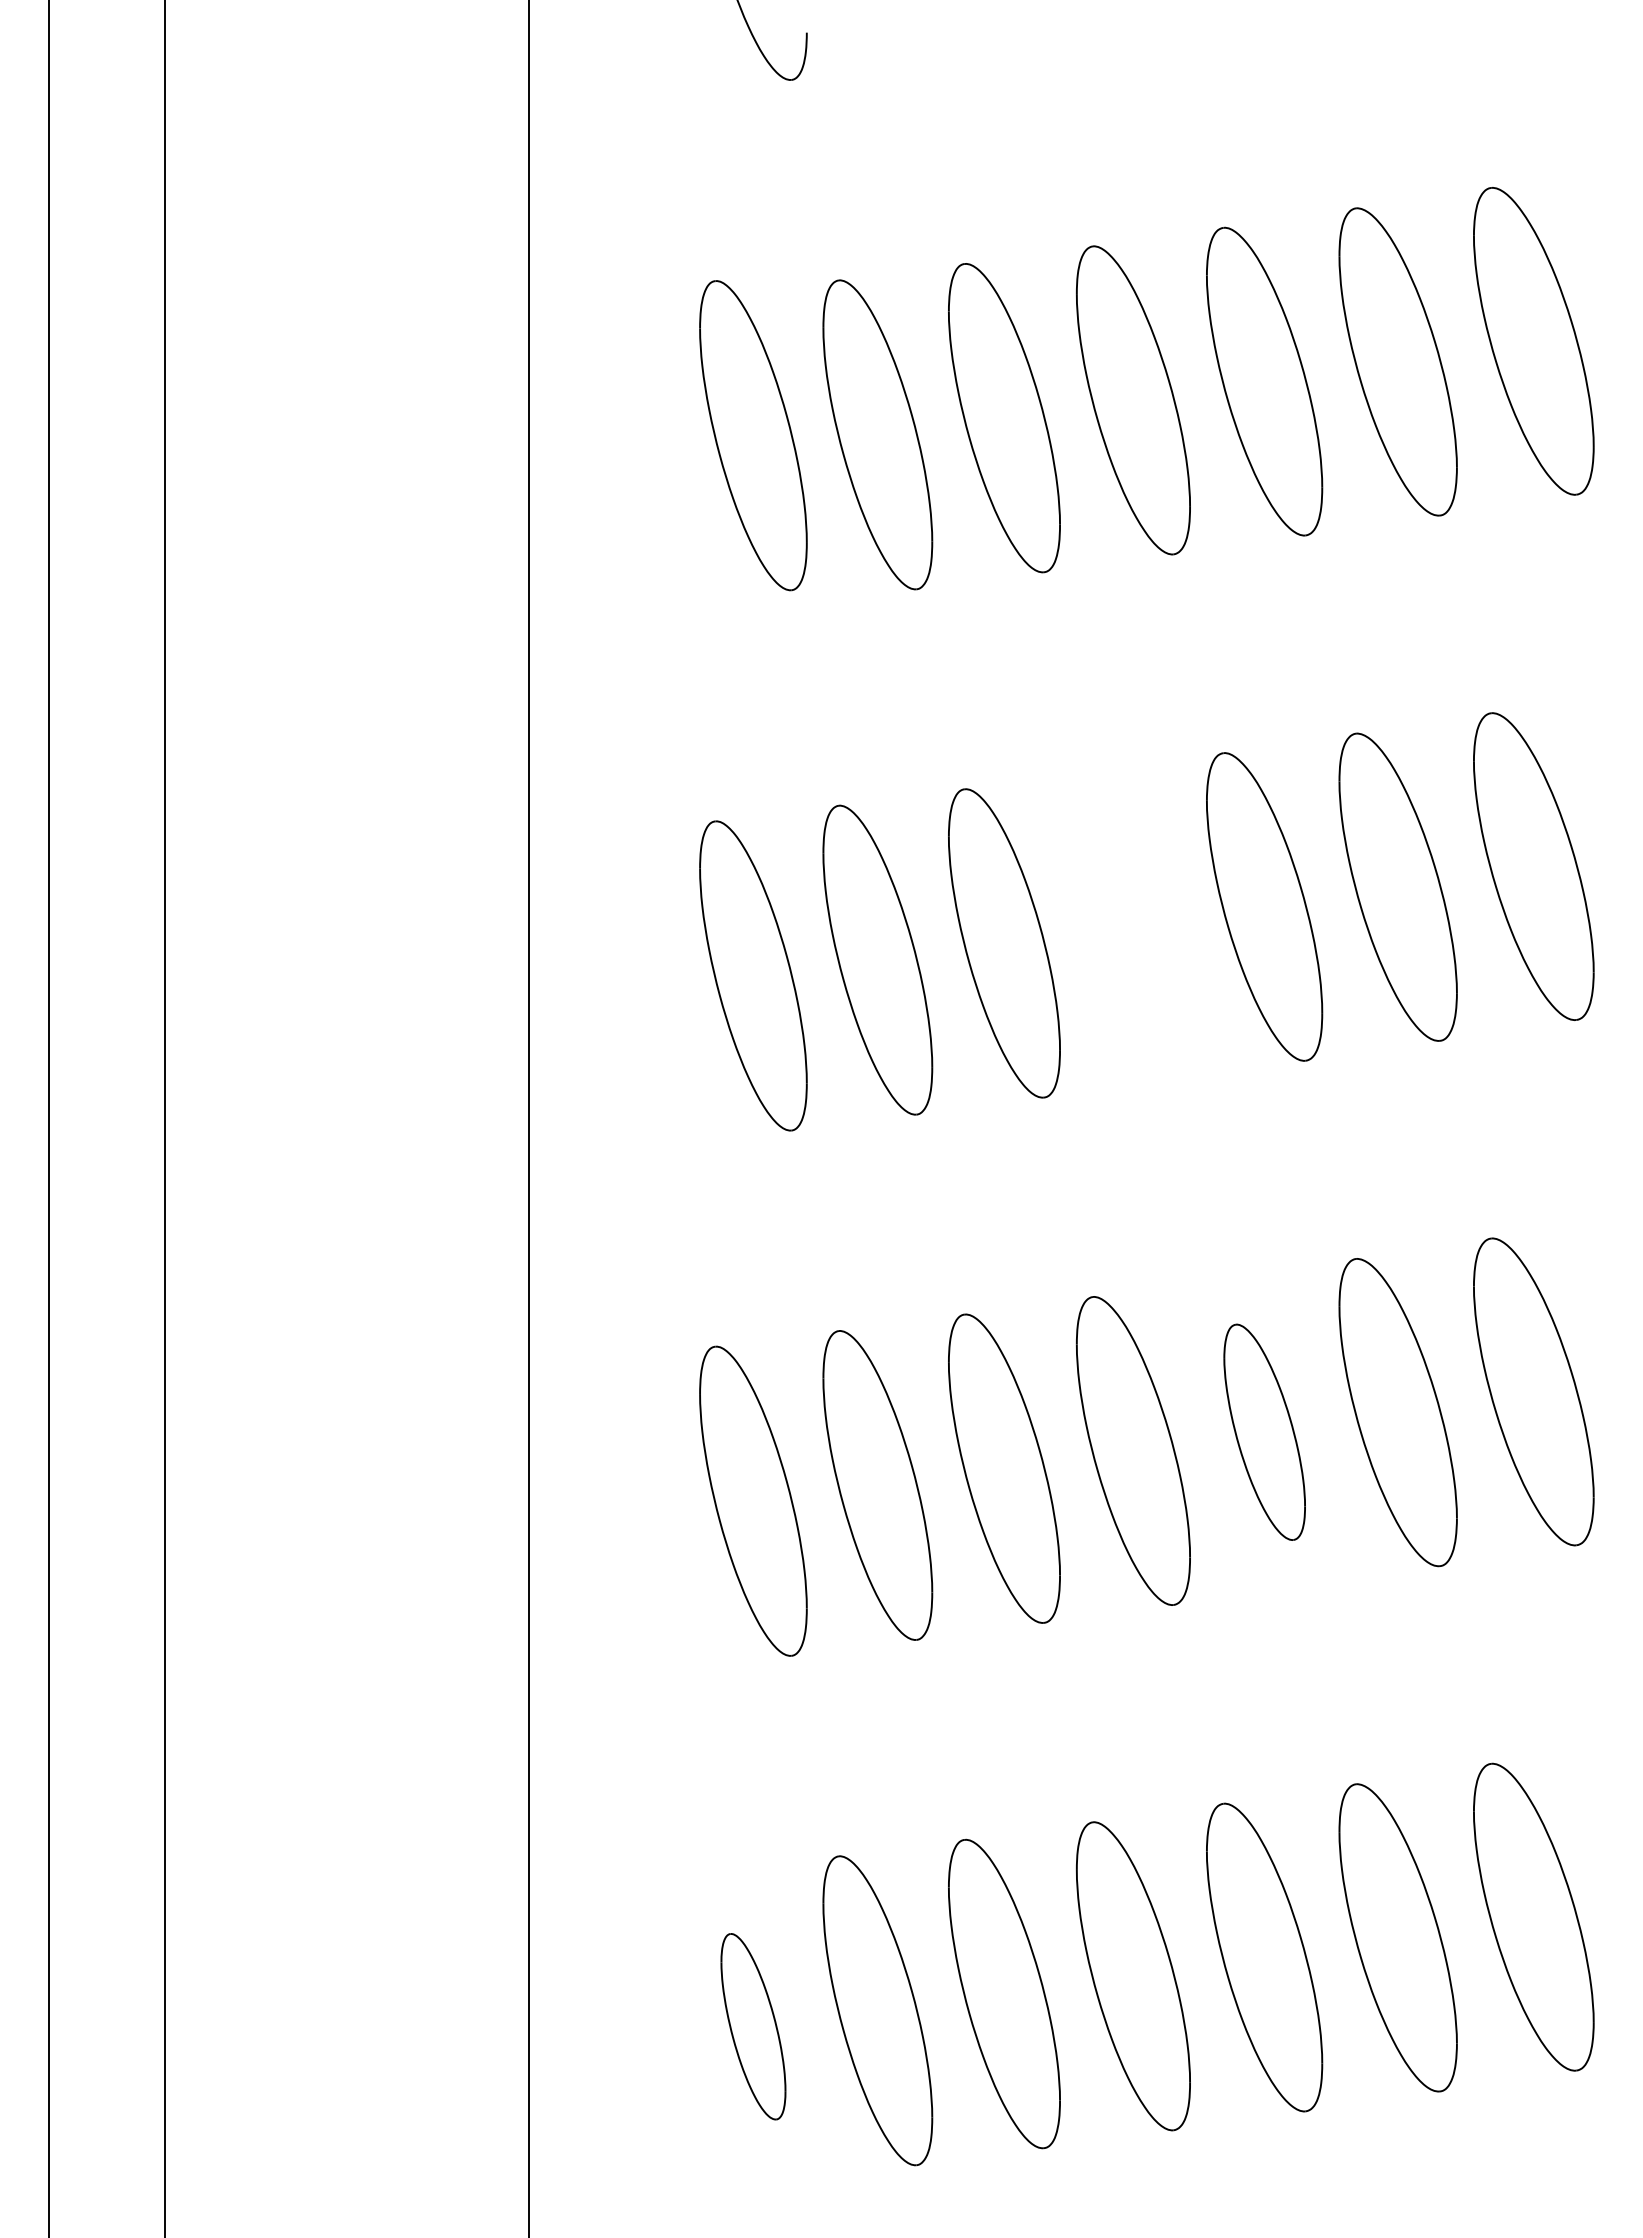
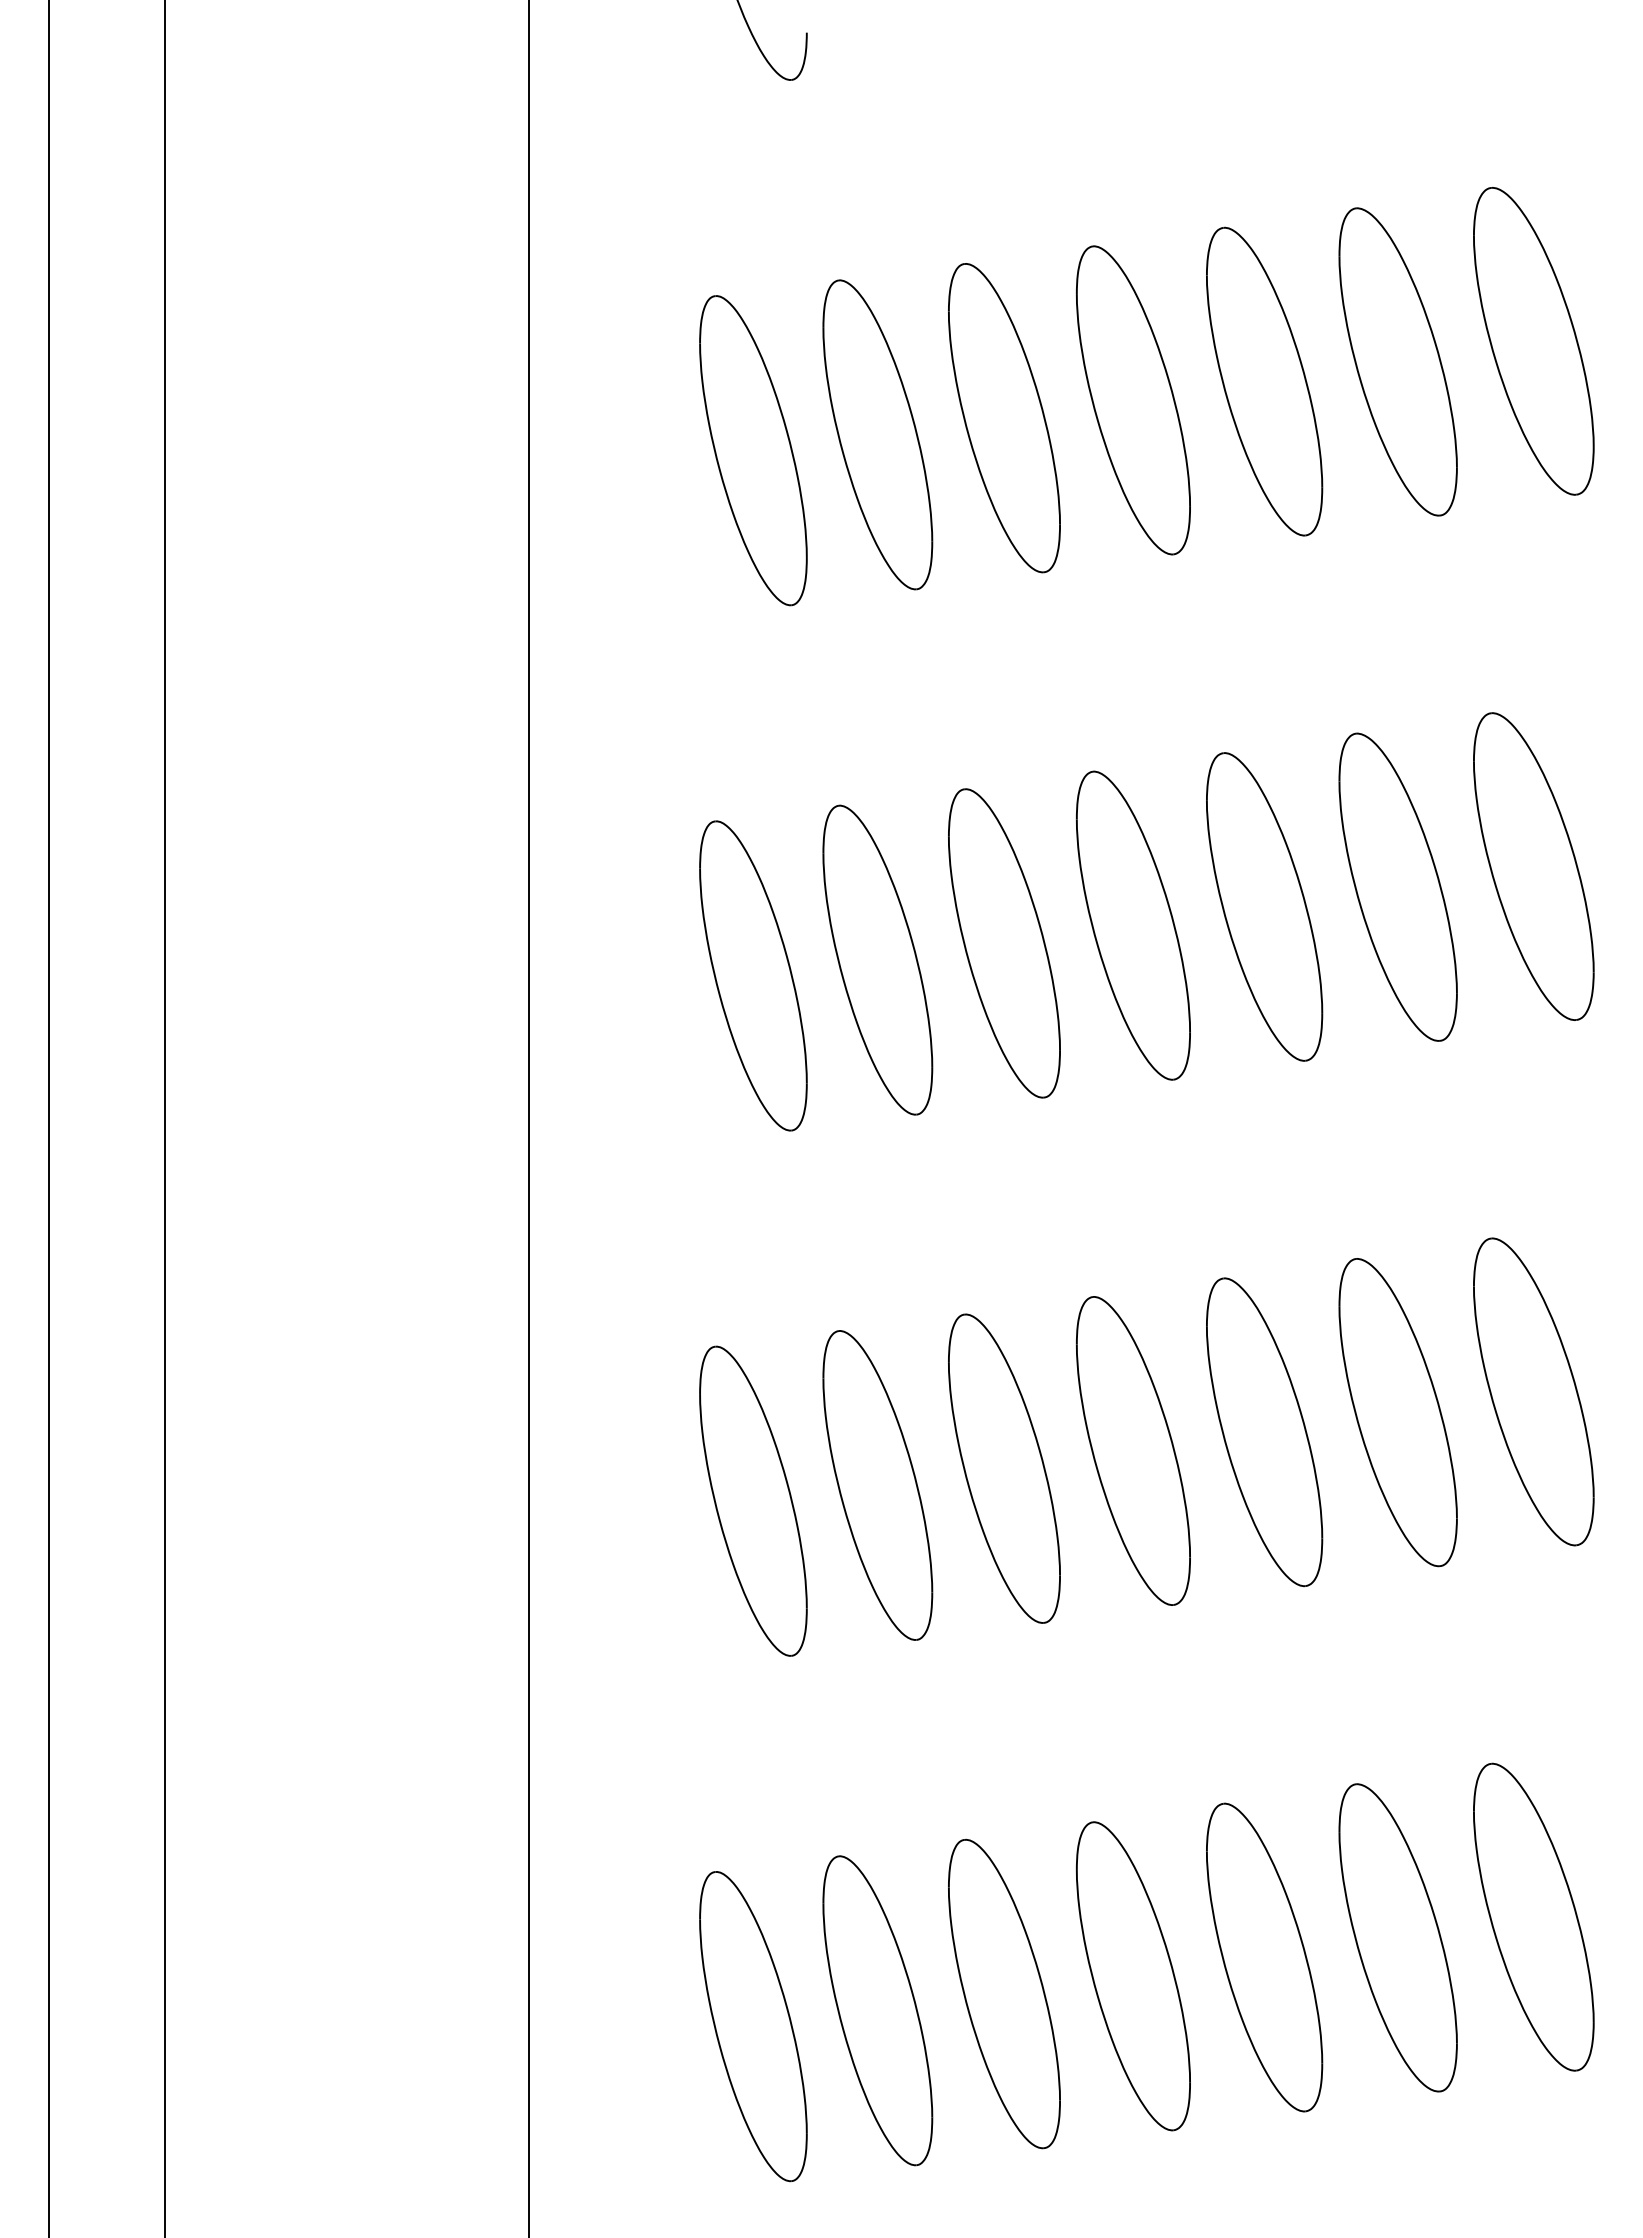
part at (753, 435) position: (753, 435) -> (753, 450)
part at (1133, 925): none -> present
part at (1264, 1431) size: 83x218 px -> 118x311 px
part at (753, 2026) size: 67x188 px -> 109x312 px
